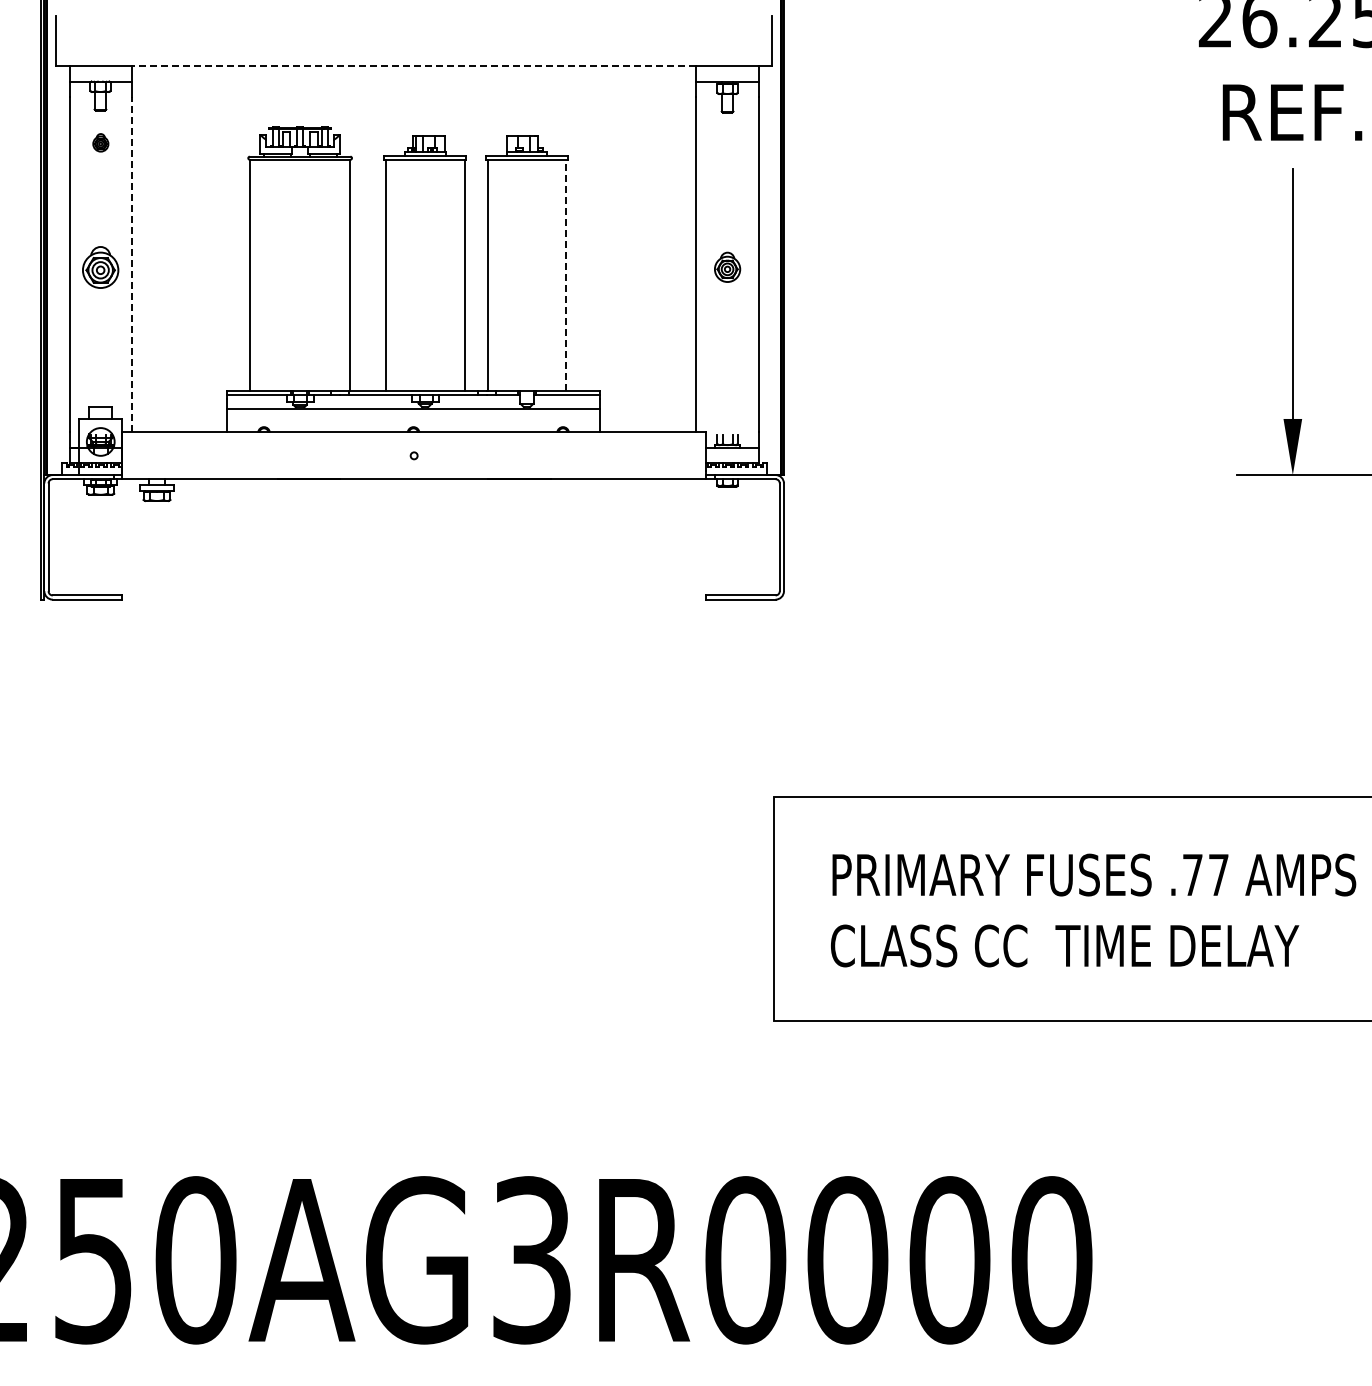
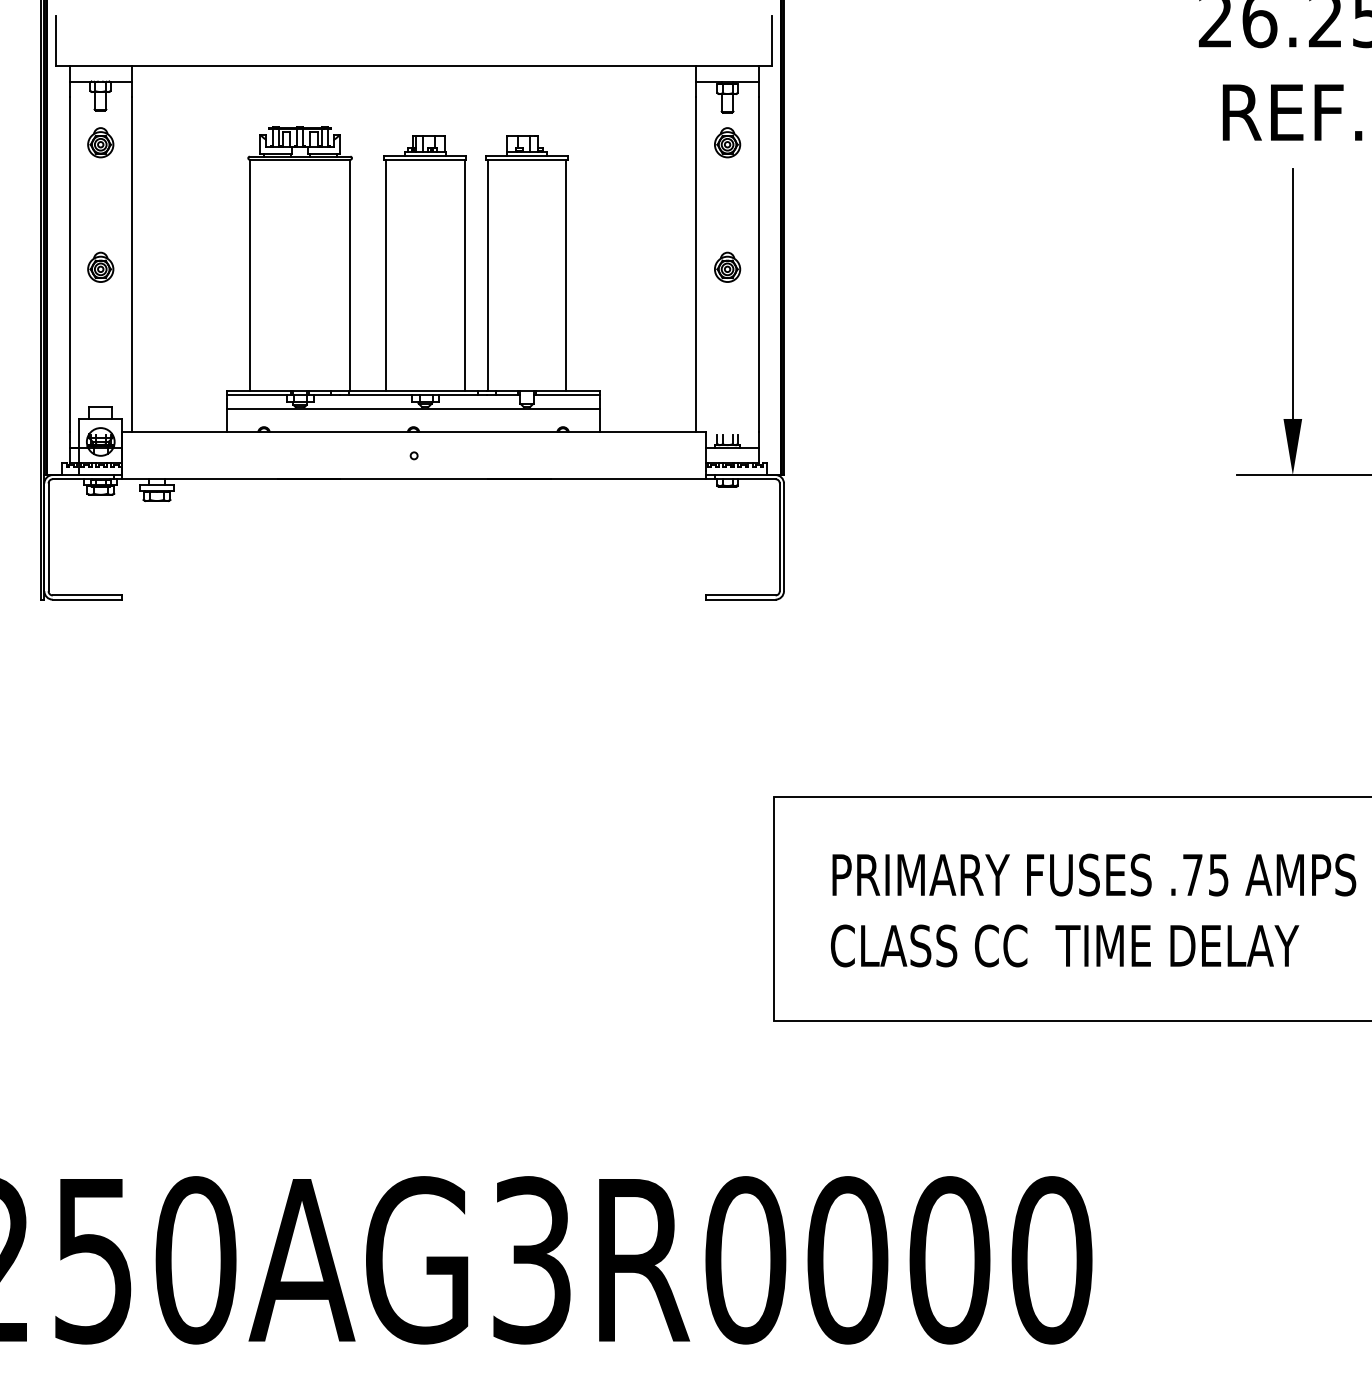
line at (413, 66): dashed -> solid
part at (100, 142) size: 18x20 px -> 28x32 px
part at (727, 142): none -> present
line at (131, 264): dashed -> solid
part at (100, 267) size: 38x43 px -> 28x32 px
line at (566, 275): dashed -> solid
text at (1218, 875): .77 -> .75
